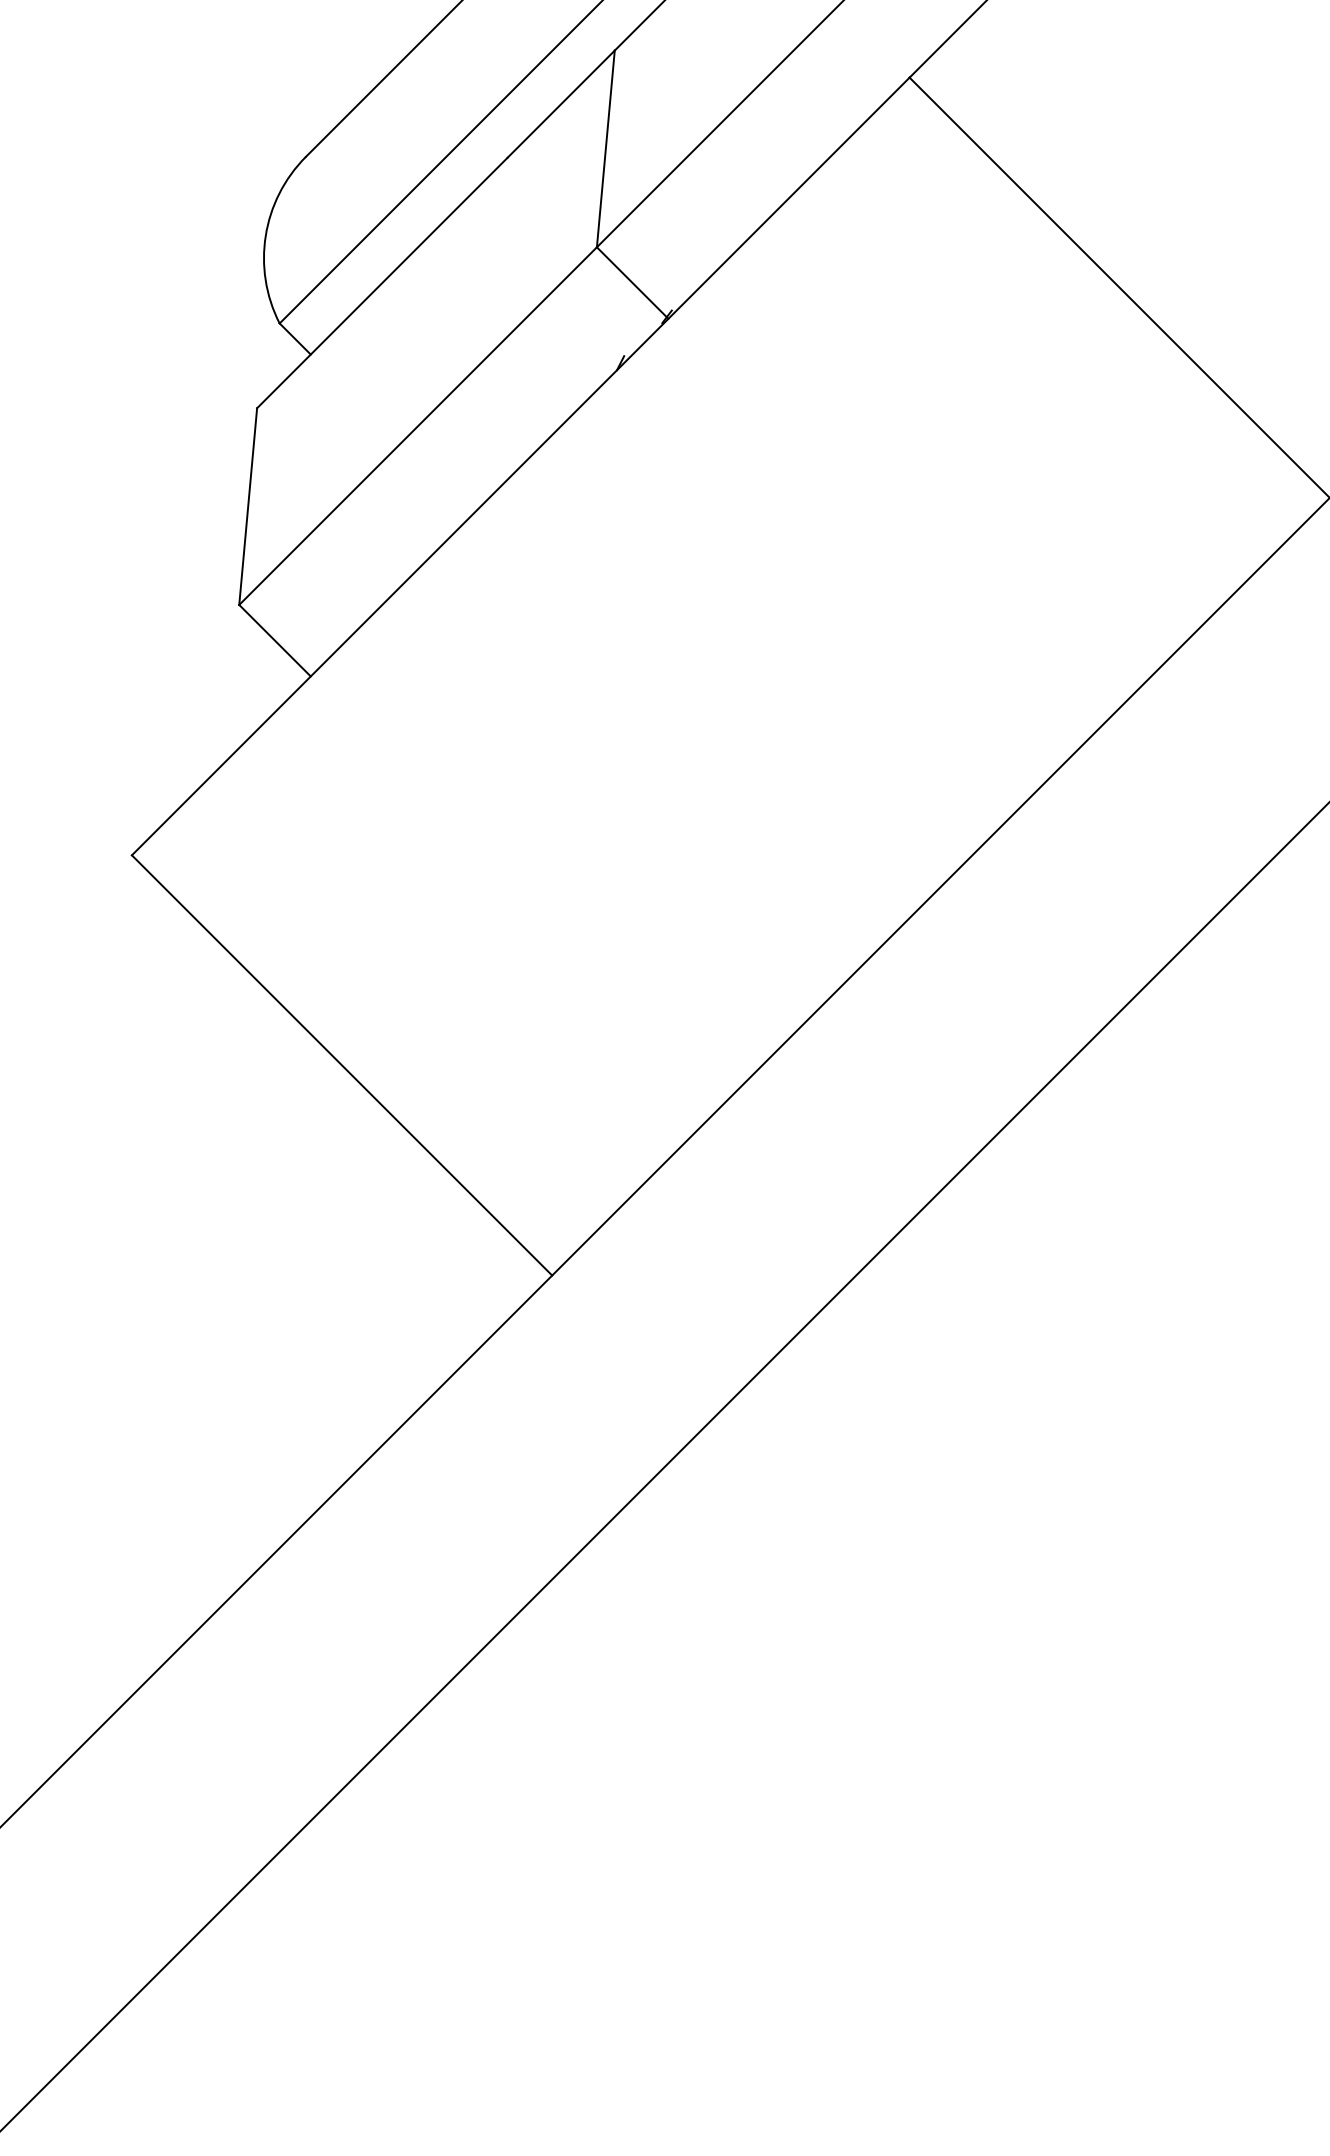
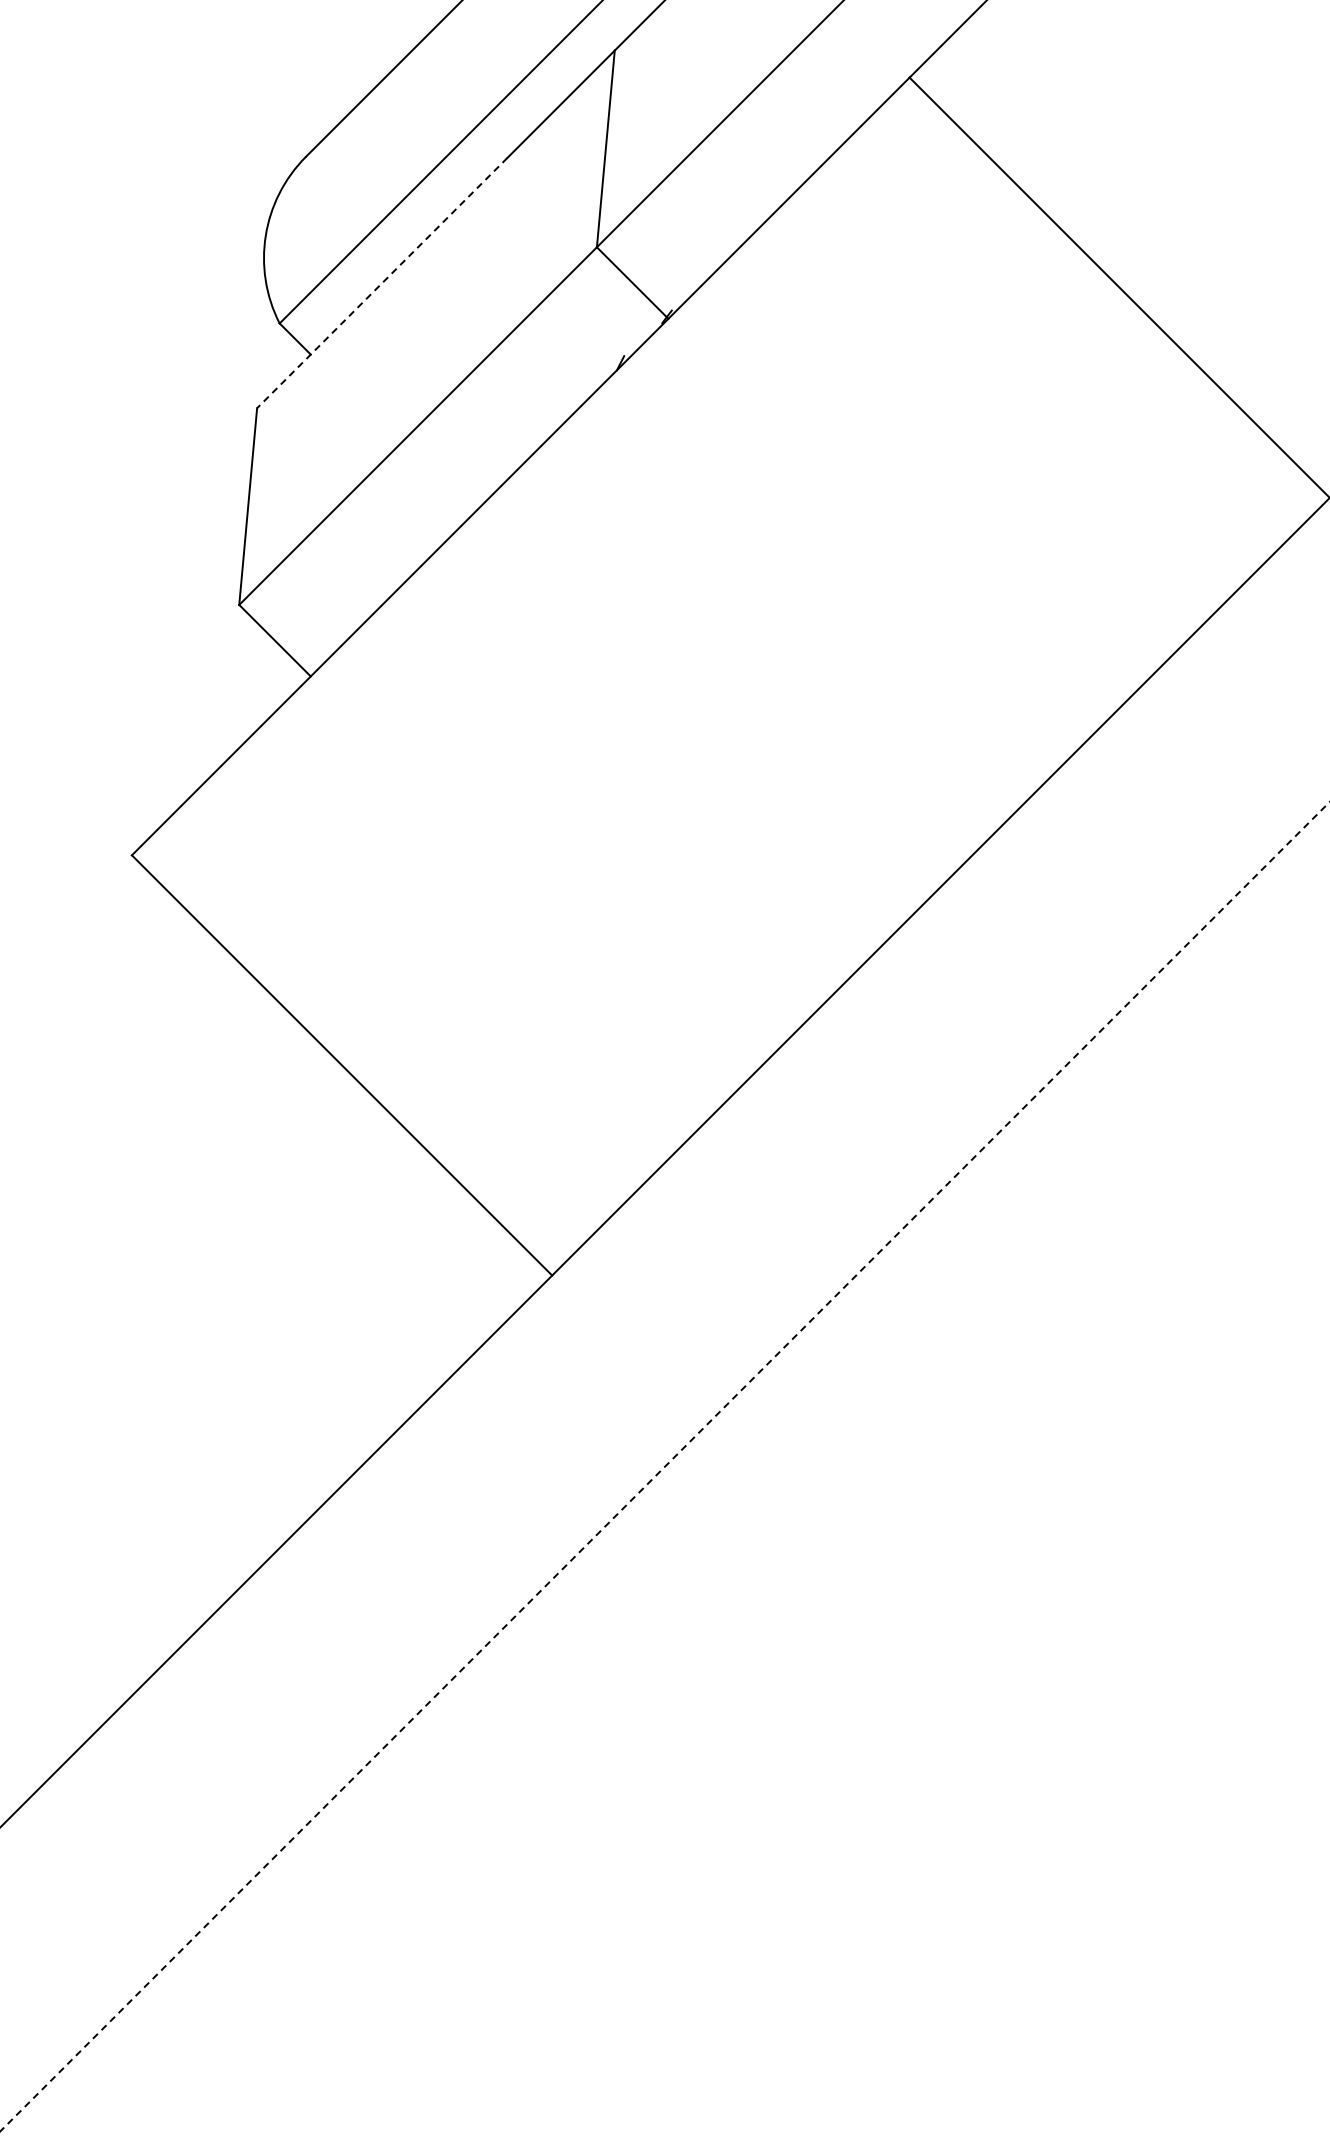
line at (381, 283): solid -> dashed
line at (665, 1466): solid -> dashed
